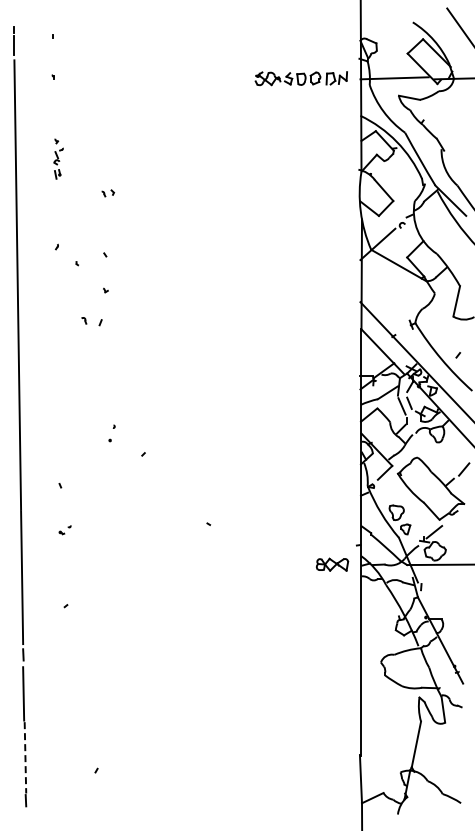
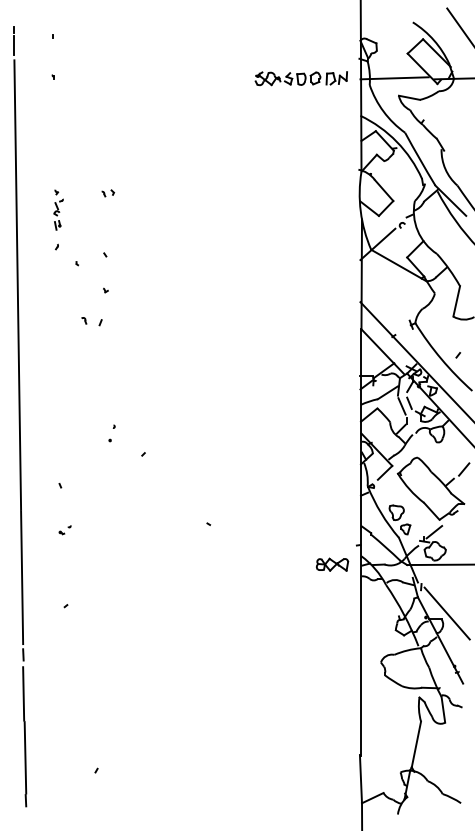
part at (58, 158) position: (58, 158) -> (58, 209)
line at (446, 613): none -> present
line at (25, 757): dashed -> solid
